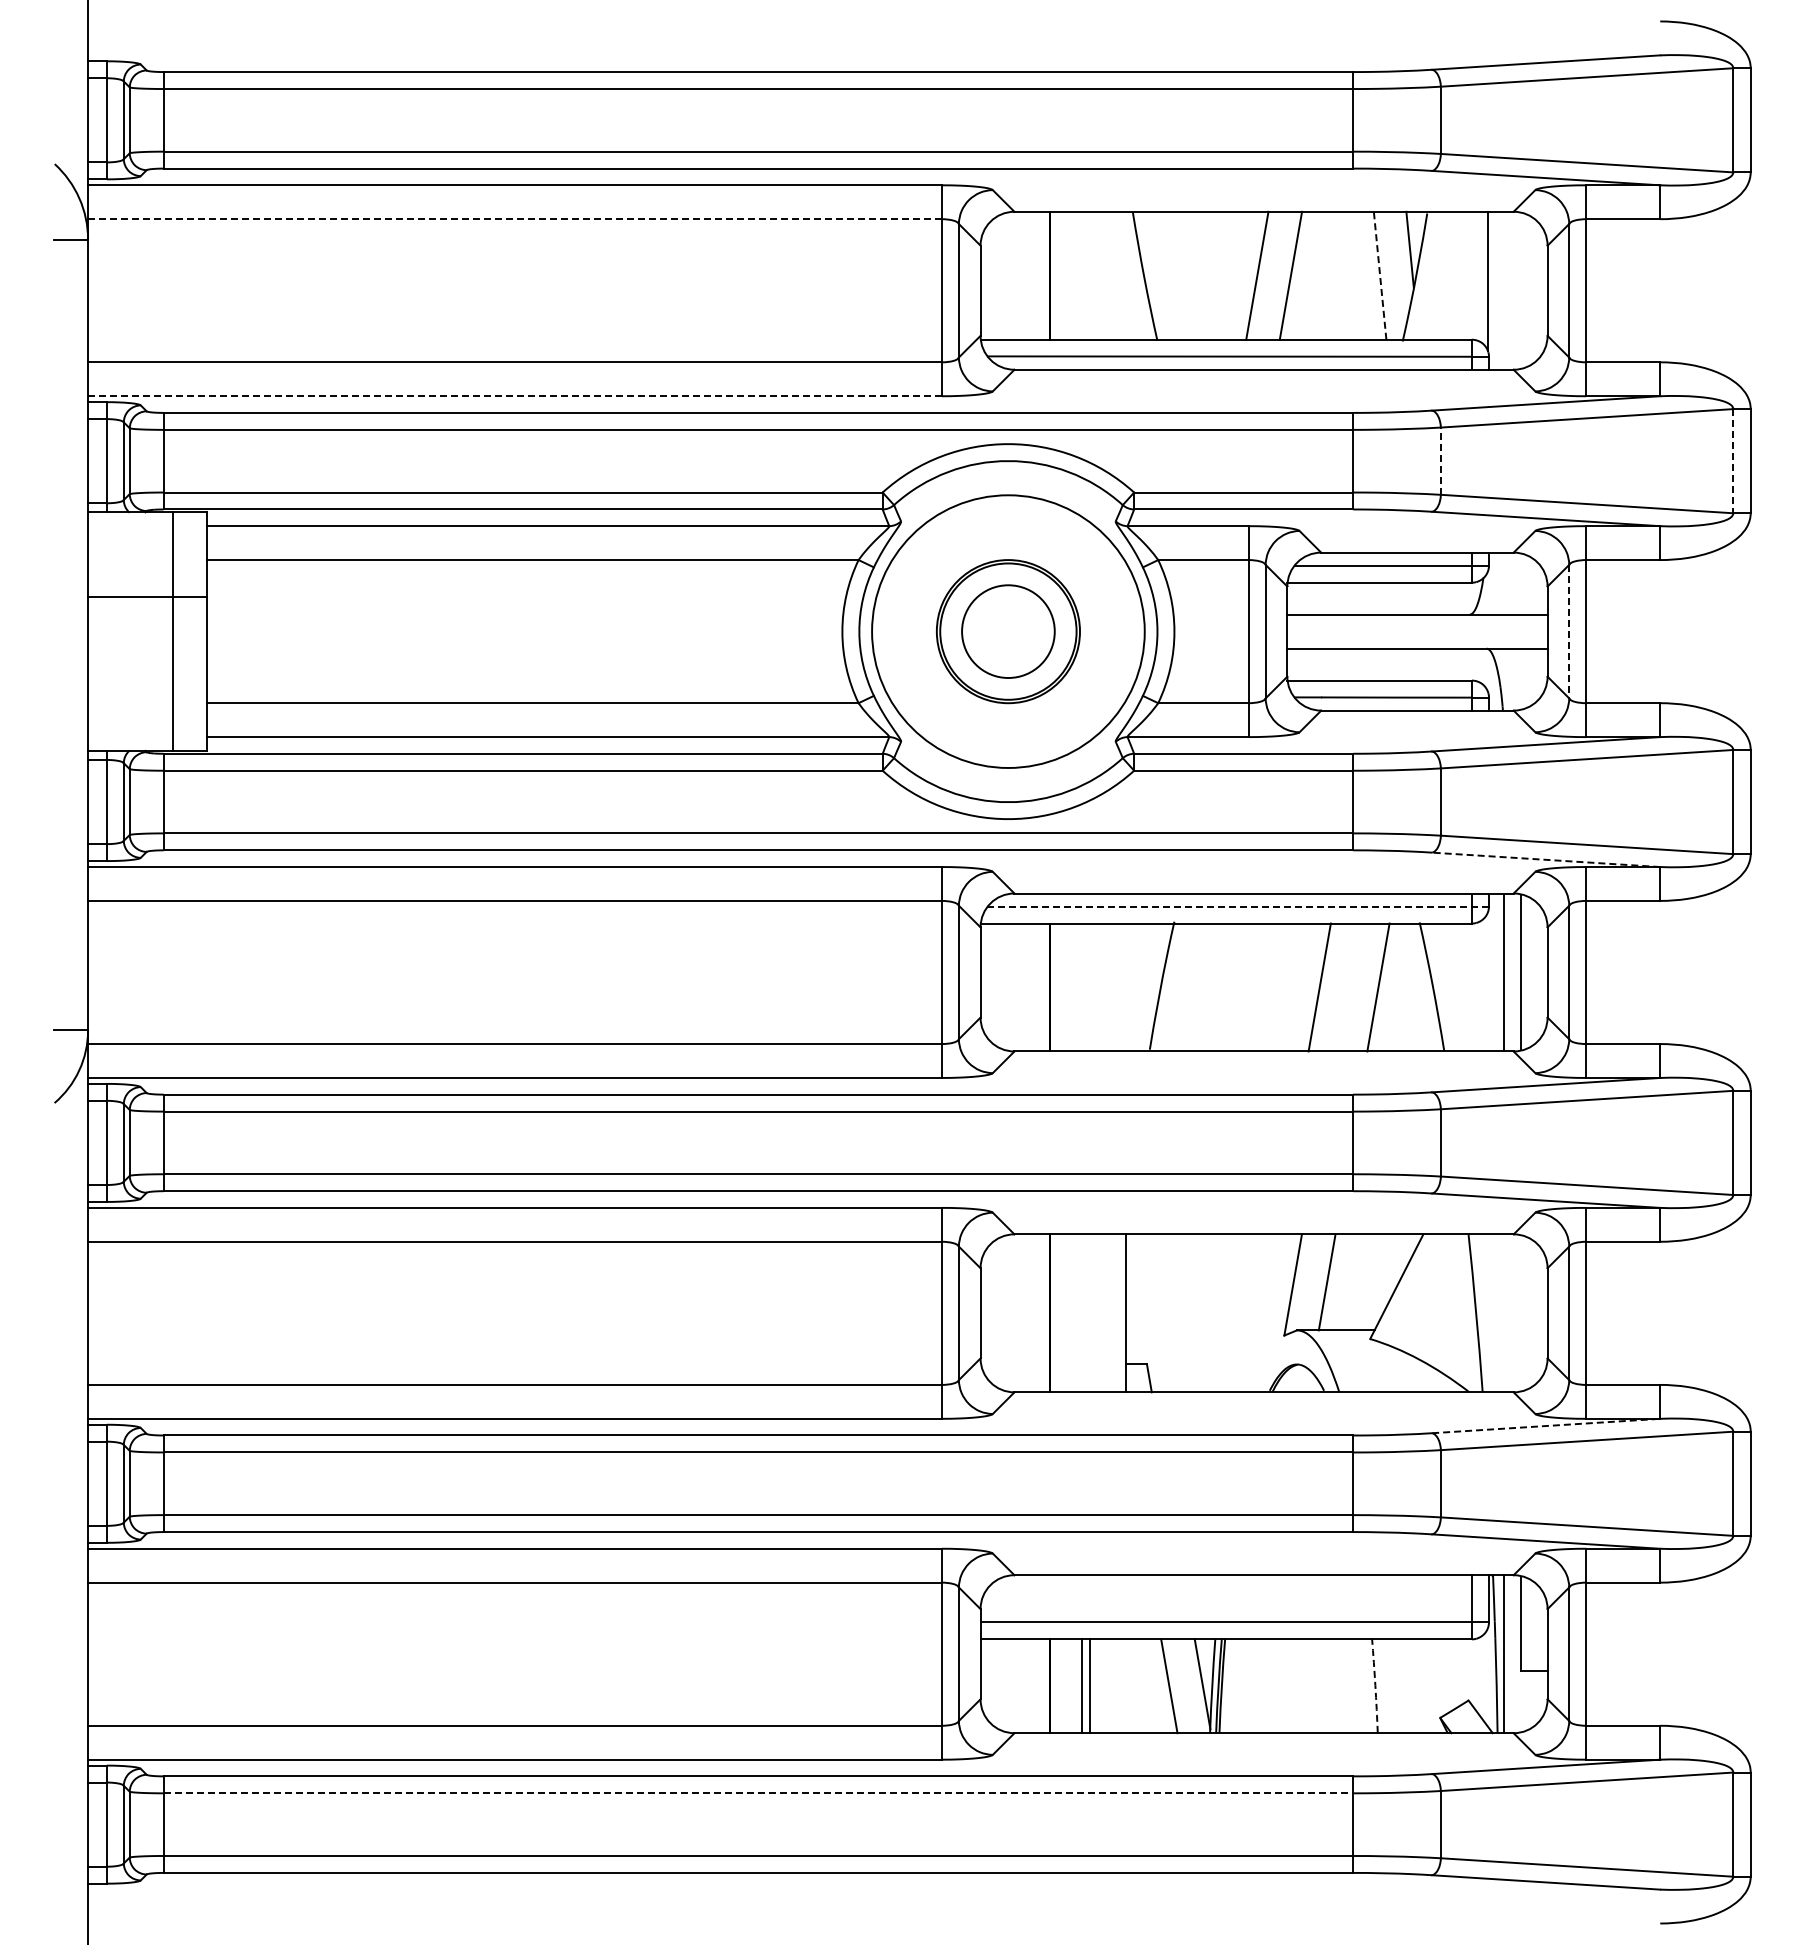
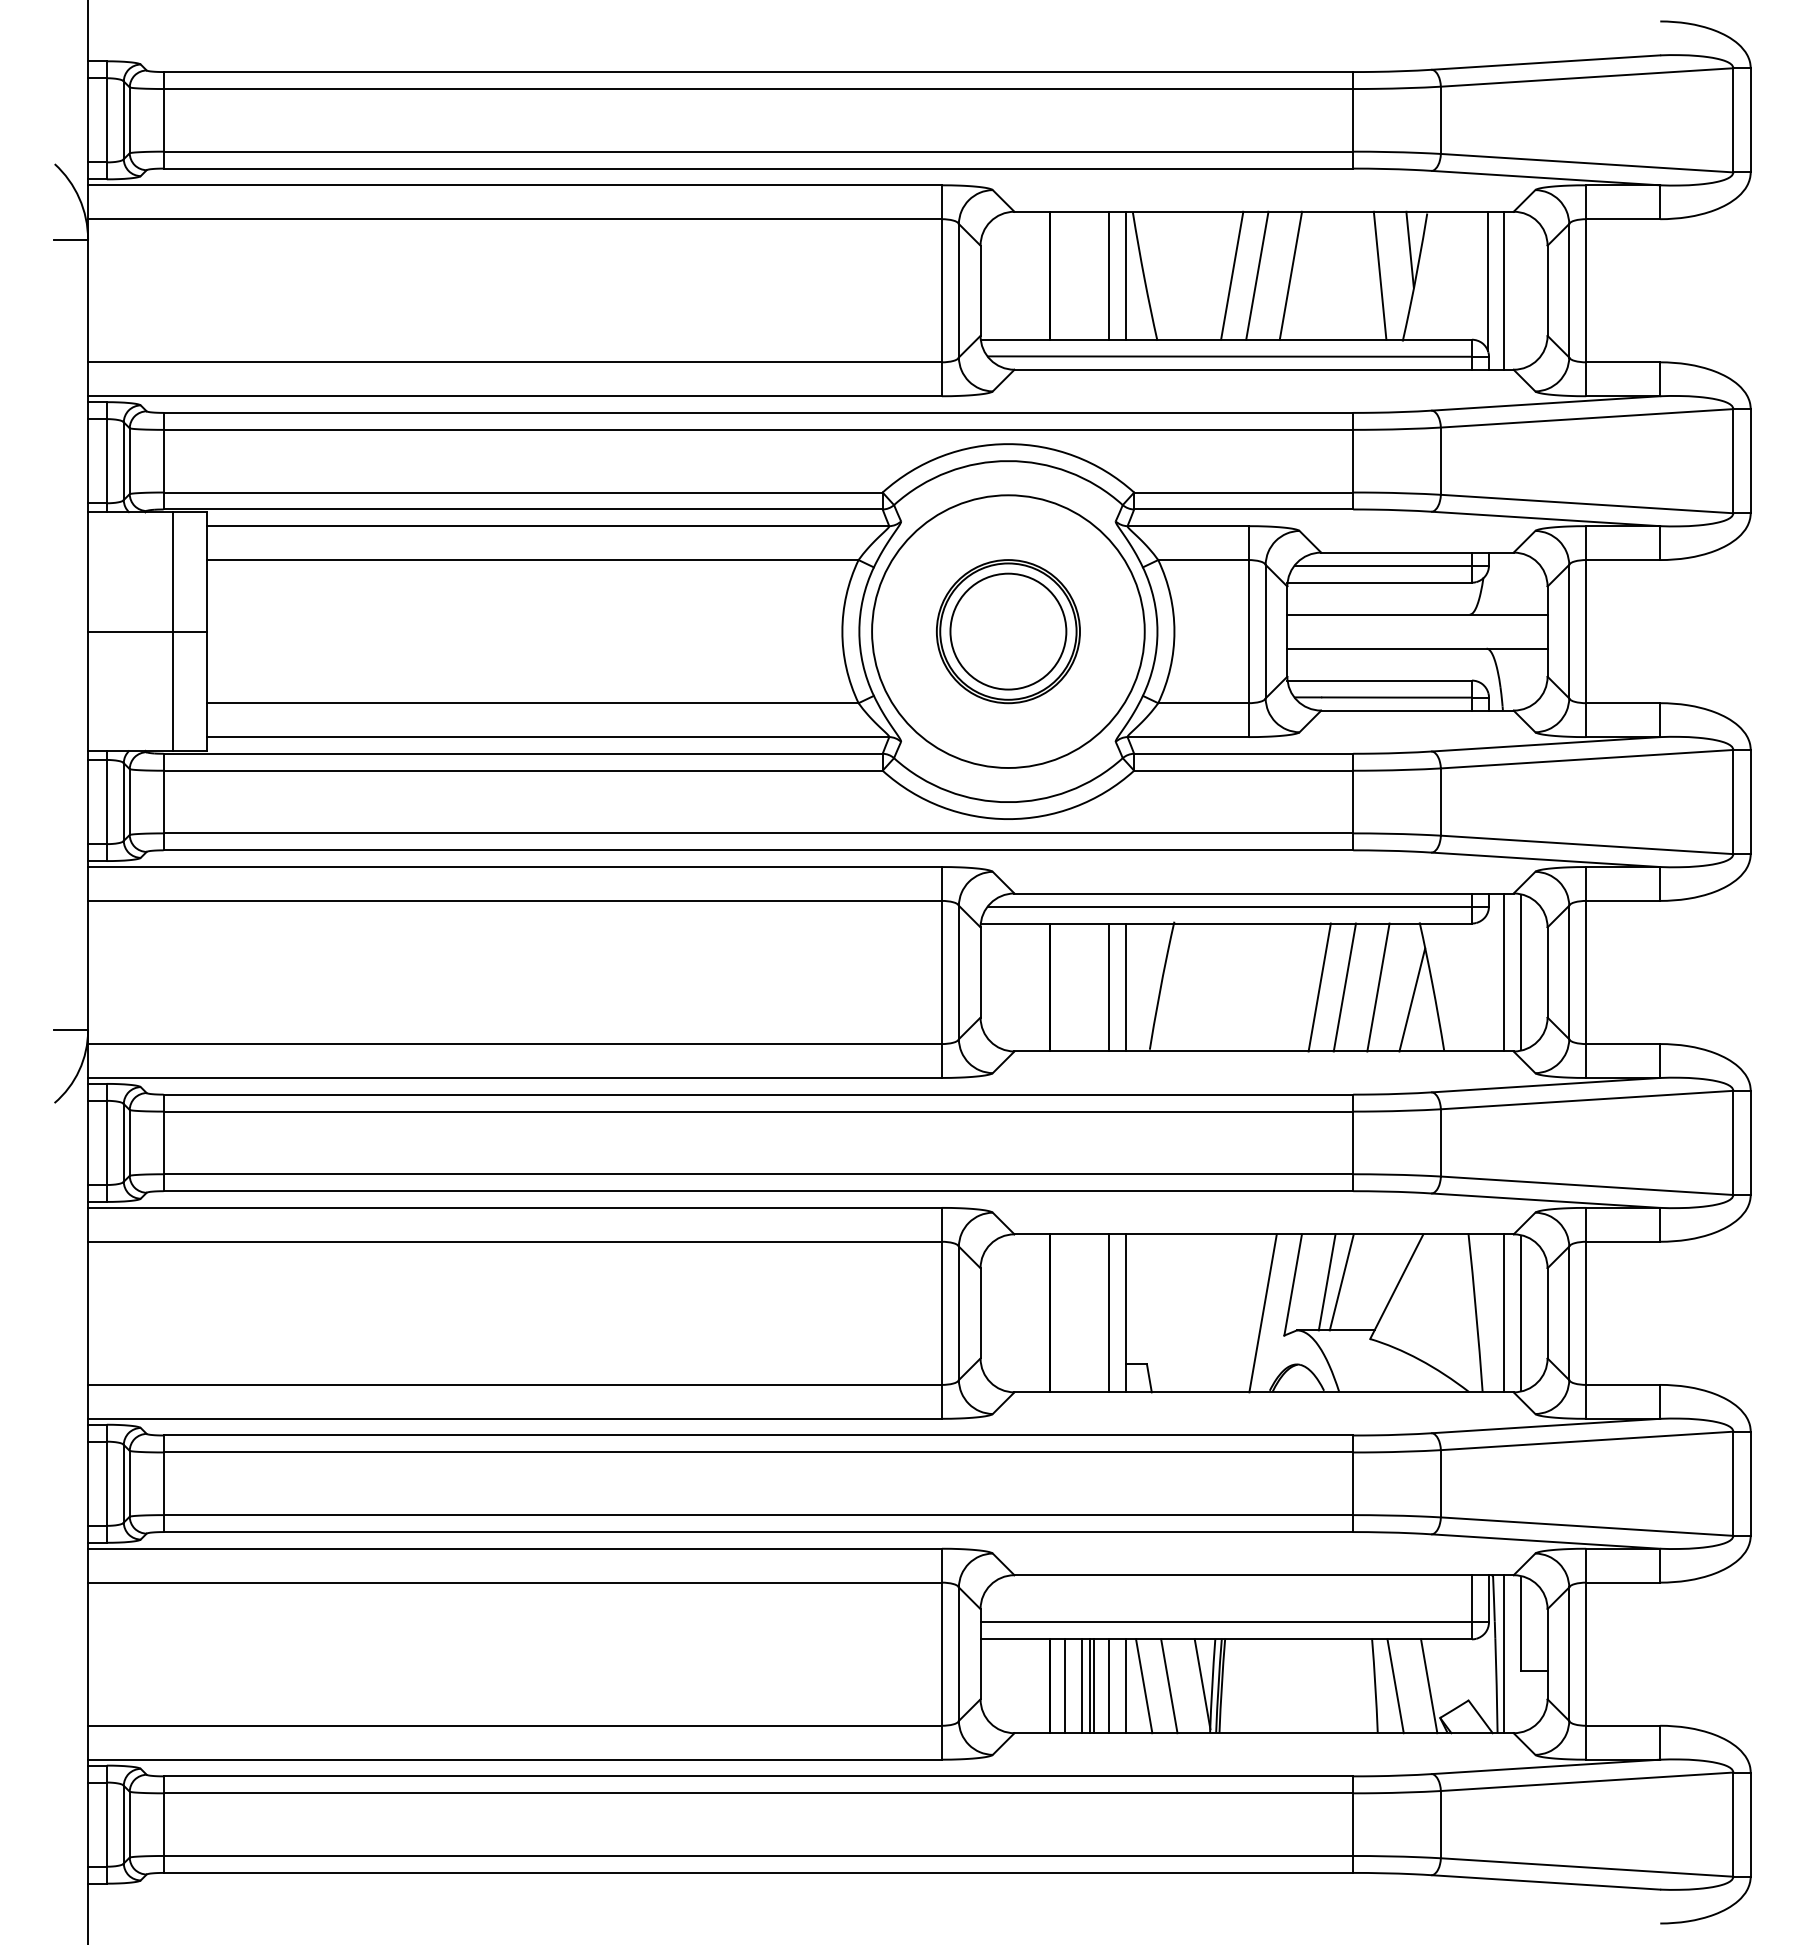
line at (515, 219): dashed -> solid
line at (1109, 275): none -> present
line at (1126, 275): none -> present
line at (1232, 275): none -> present
line at (1380, 275): dashed -> solid
line at (1504, 290): none -> present
line at (515, 396): dashed -> solid
line at (1440, 461): dashed -> solid
line at (1733, 461): dashed -> solid
line at (147, 596) position: (147, 596) -> (147, 631)
circle at (1008, 631) diameter: 93 px -> 116 px
line at (1569, 631): dashed -> solid
line at (1545, 859): dashed -> solid
line at (1238, 906): dashed -> solid
line at (1109, 987): none -> present
line at (1126, 987): none -> present
line at (1344, 987): none -> present
line at (1412, 999): none -> present
line at (1341, 1282): none -> present
line at (1521, 1312): none -> present
line at (1109, 1313): none -> present
line at (1262, 1313): none -> present
line at (1504, 1313): none -> present
line at (1546, 1425): dashed -> solid
arc at (1375, 1685): dashed -> solid
line at (1064, 1686): none -> present
line at (1094, 1686): none -> present
line at (1109, 1686): none -> present
line at (1126, 1686): none -> present
line at (1144, 1686): none -> present
line at (1395, 1686): none -> present
line at (1429, 1686): none -> present
line at (758, 1793): dashed -> solid
